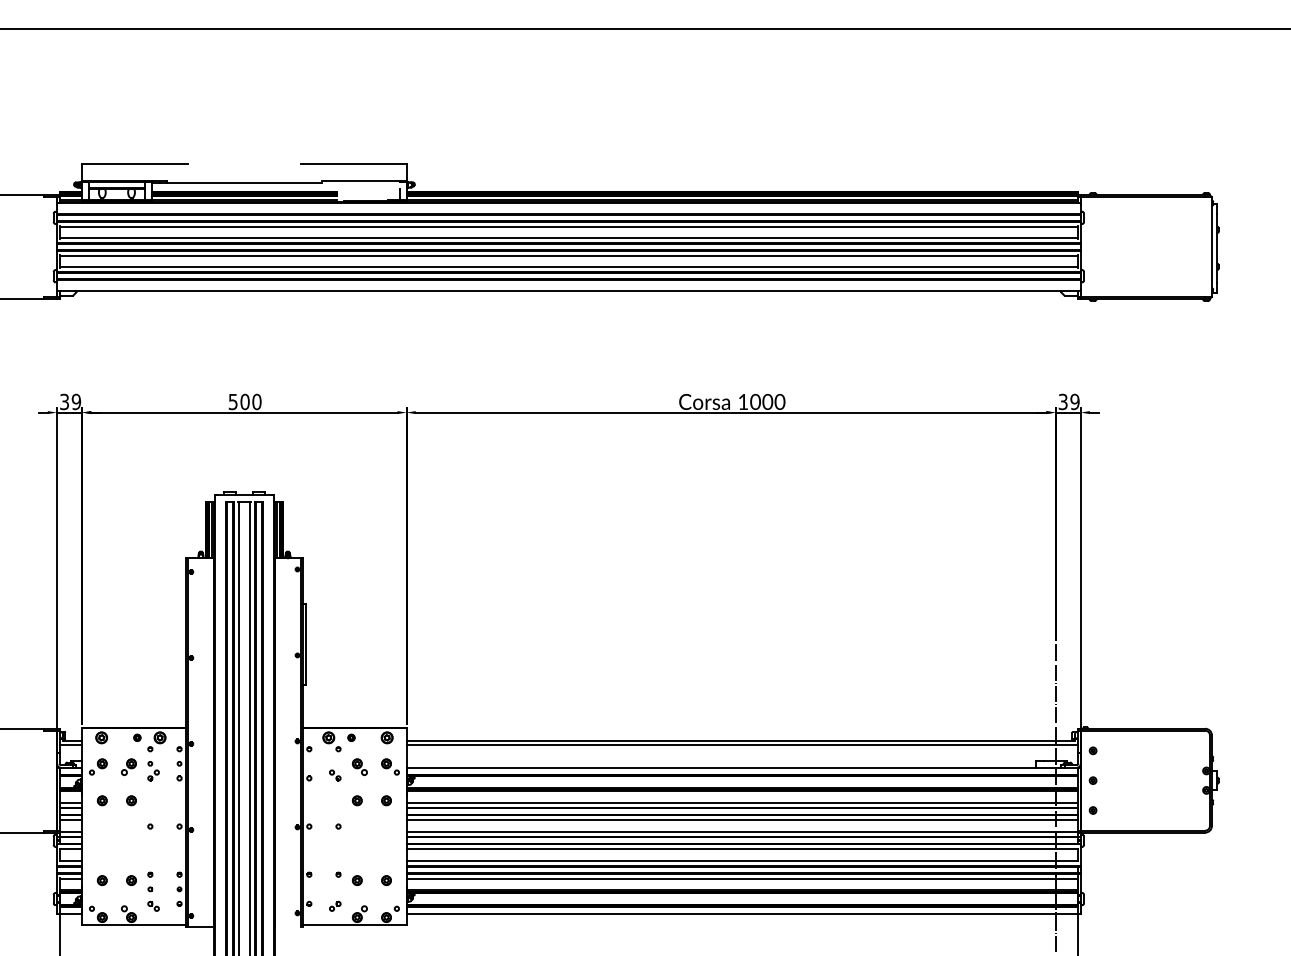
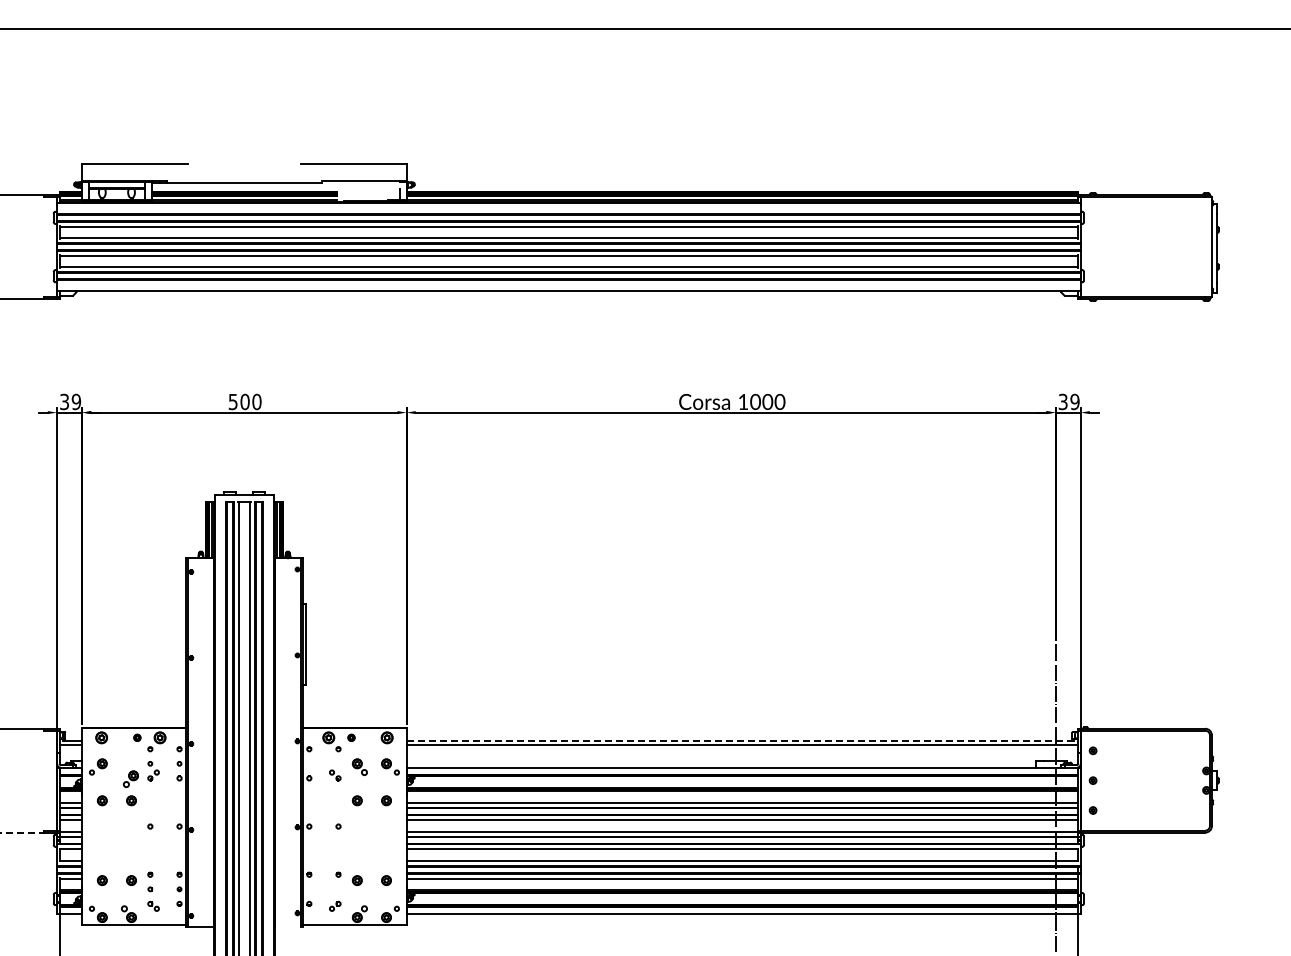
line at (741, 740): solid -> dashed
part at (128, 766) position: (128, 766) -> (130, 778)
line at (22, 832): solid -> dashed
